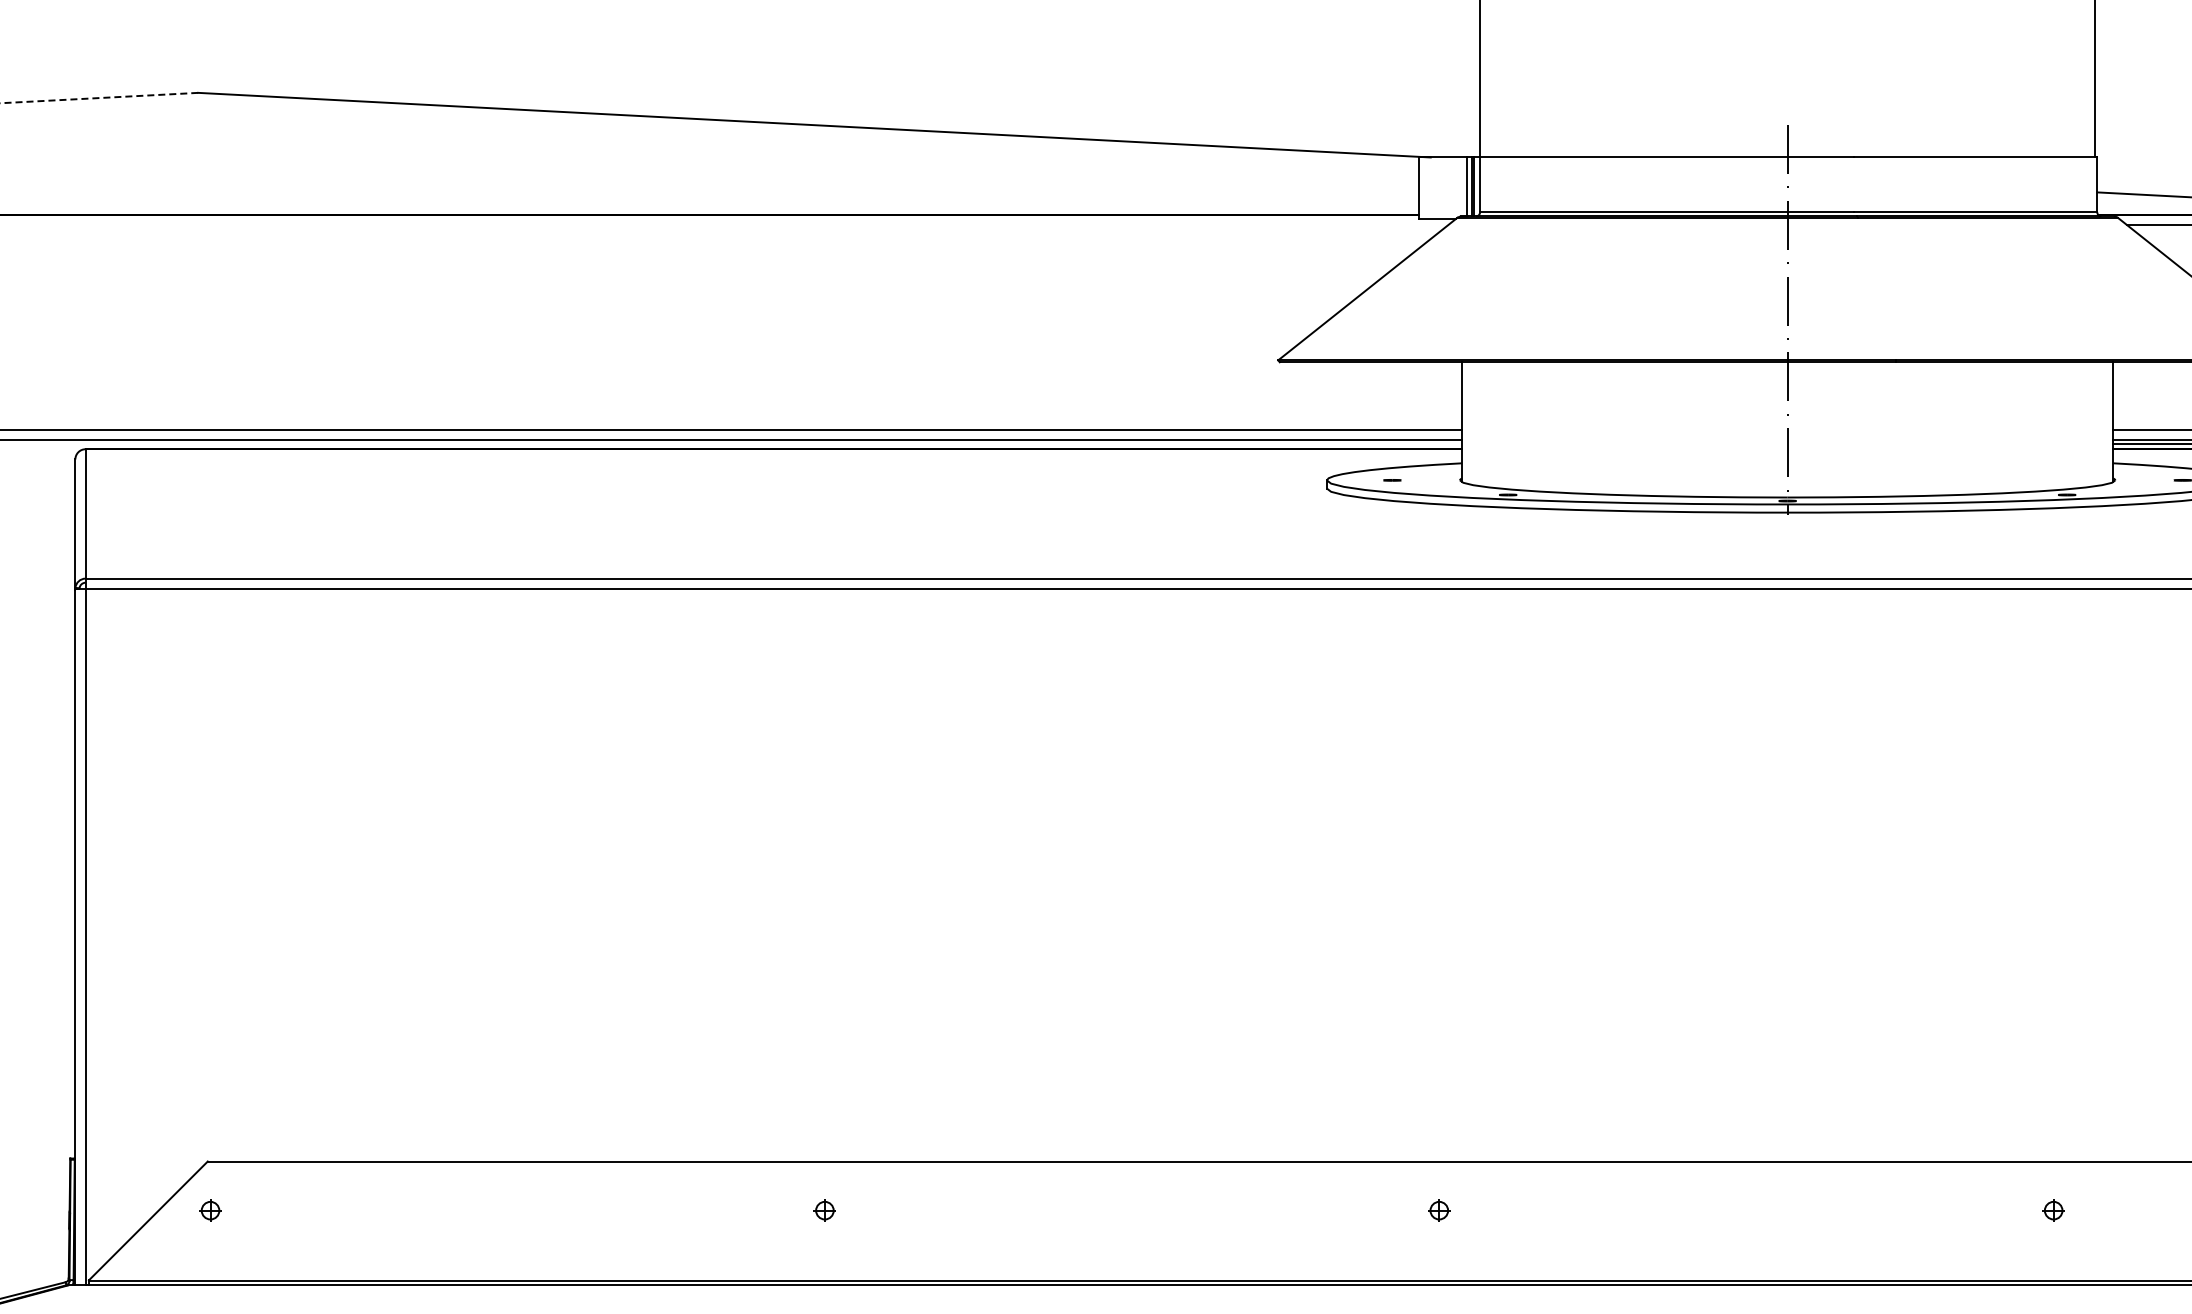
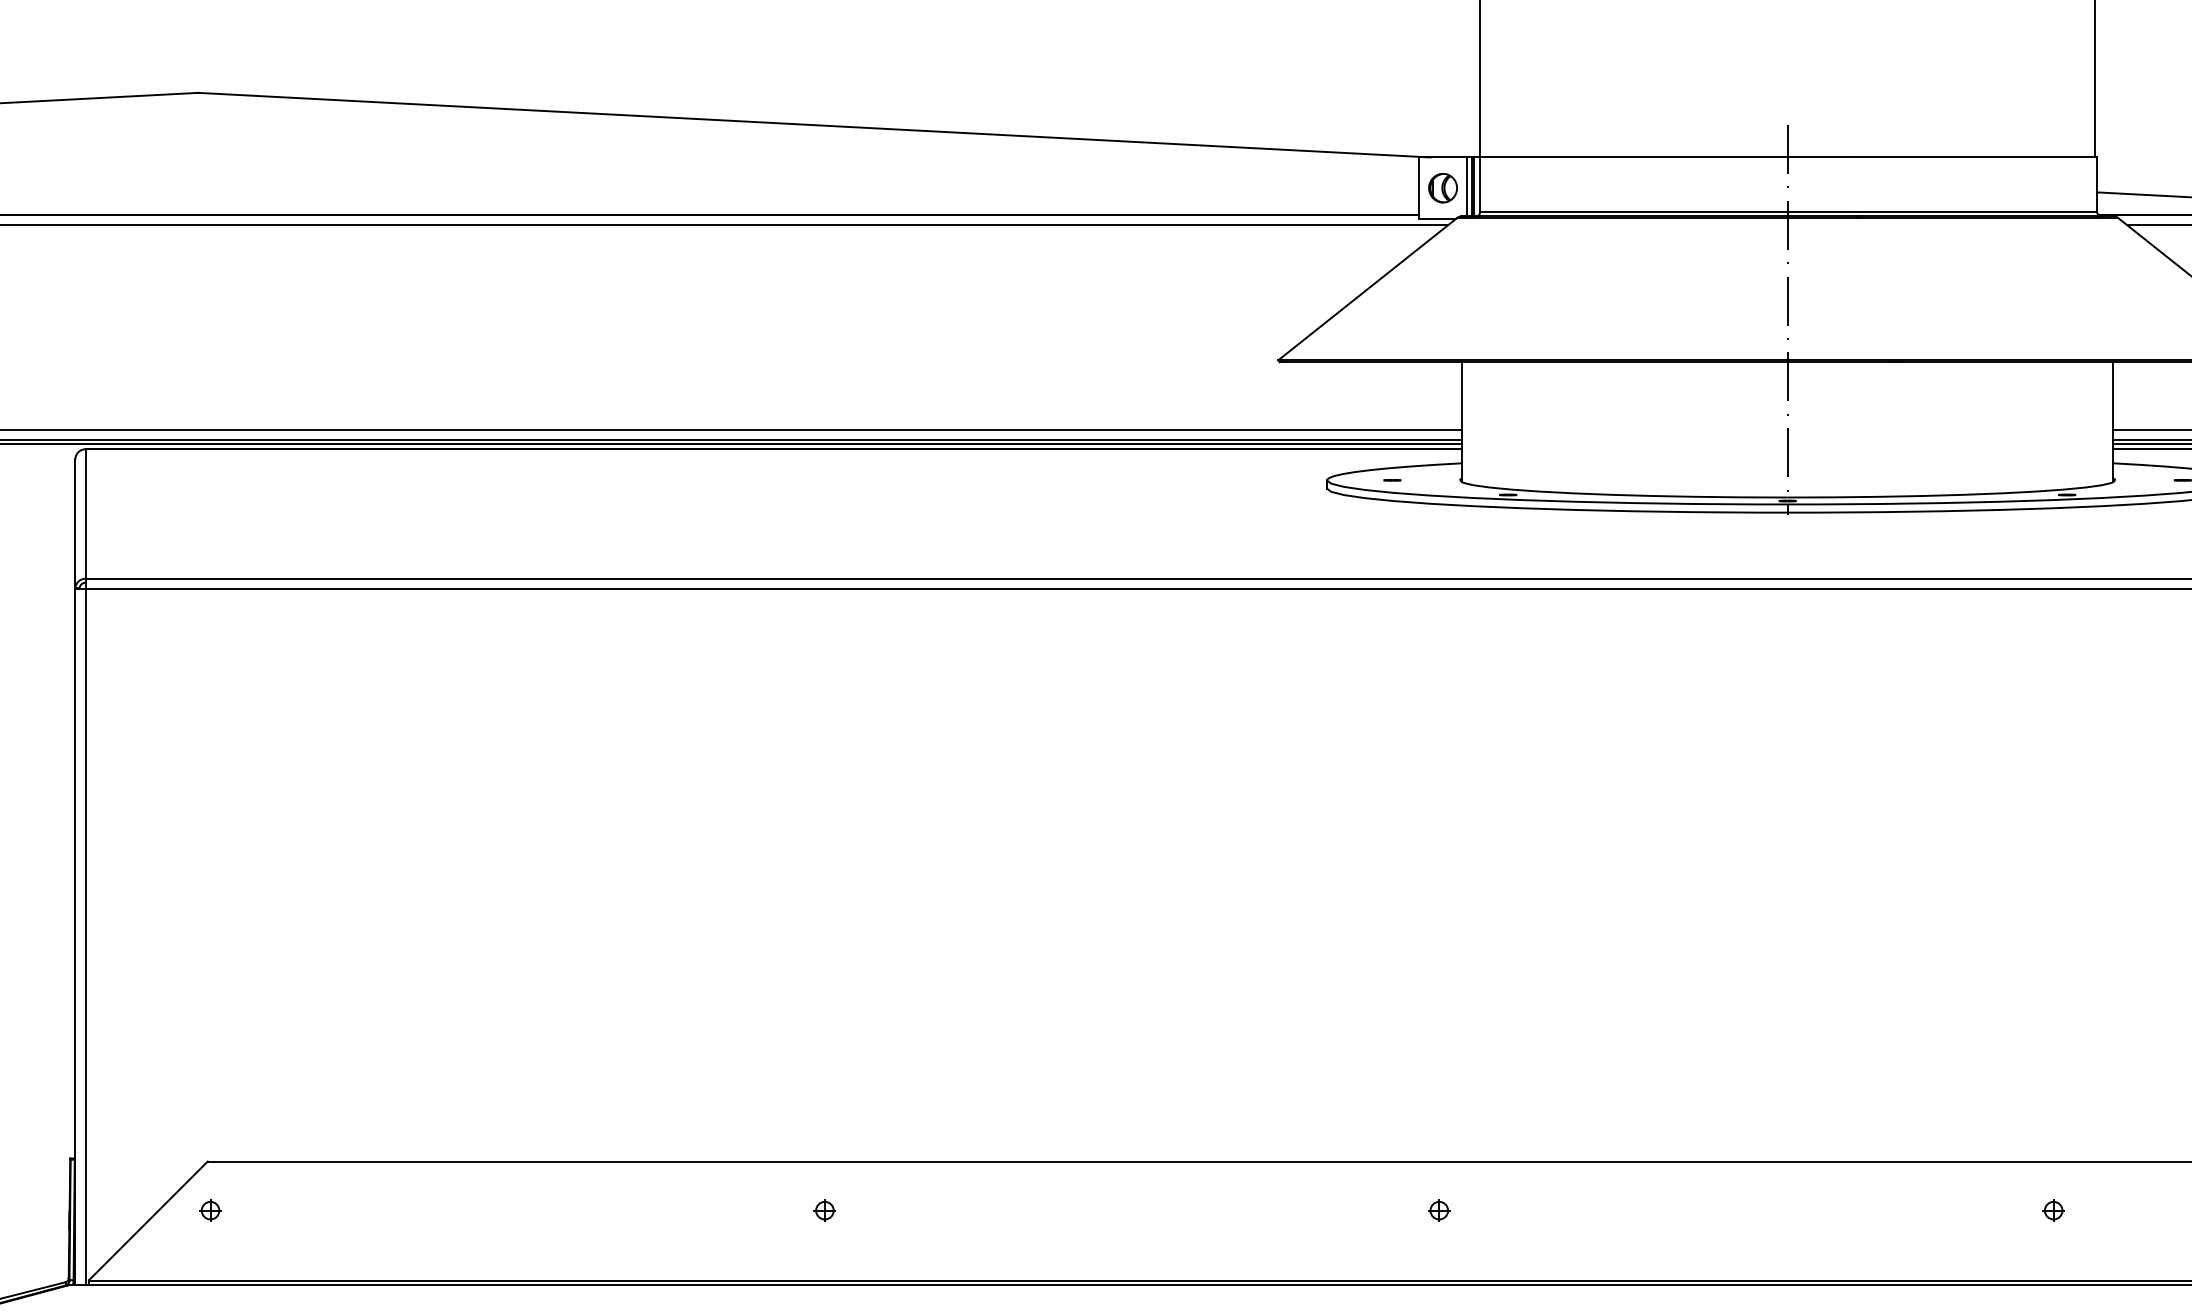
line at (99, 98): dashed -> solid
part at (1442, 188): none -> present
line at (725, 225): none -> present
line at (732, 444): none -> present
